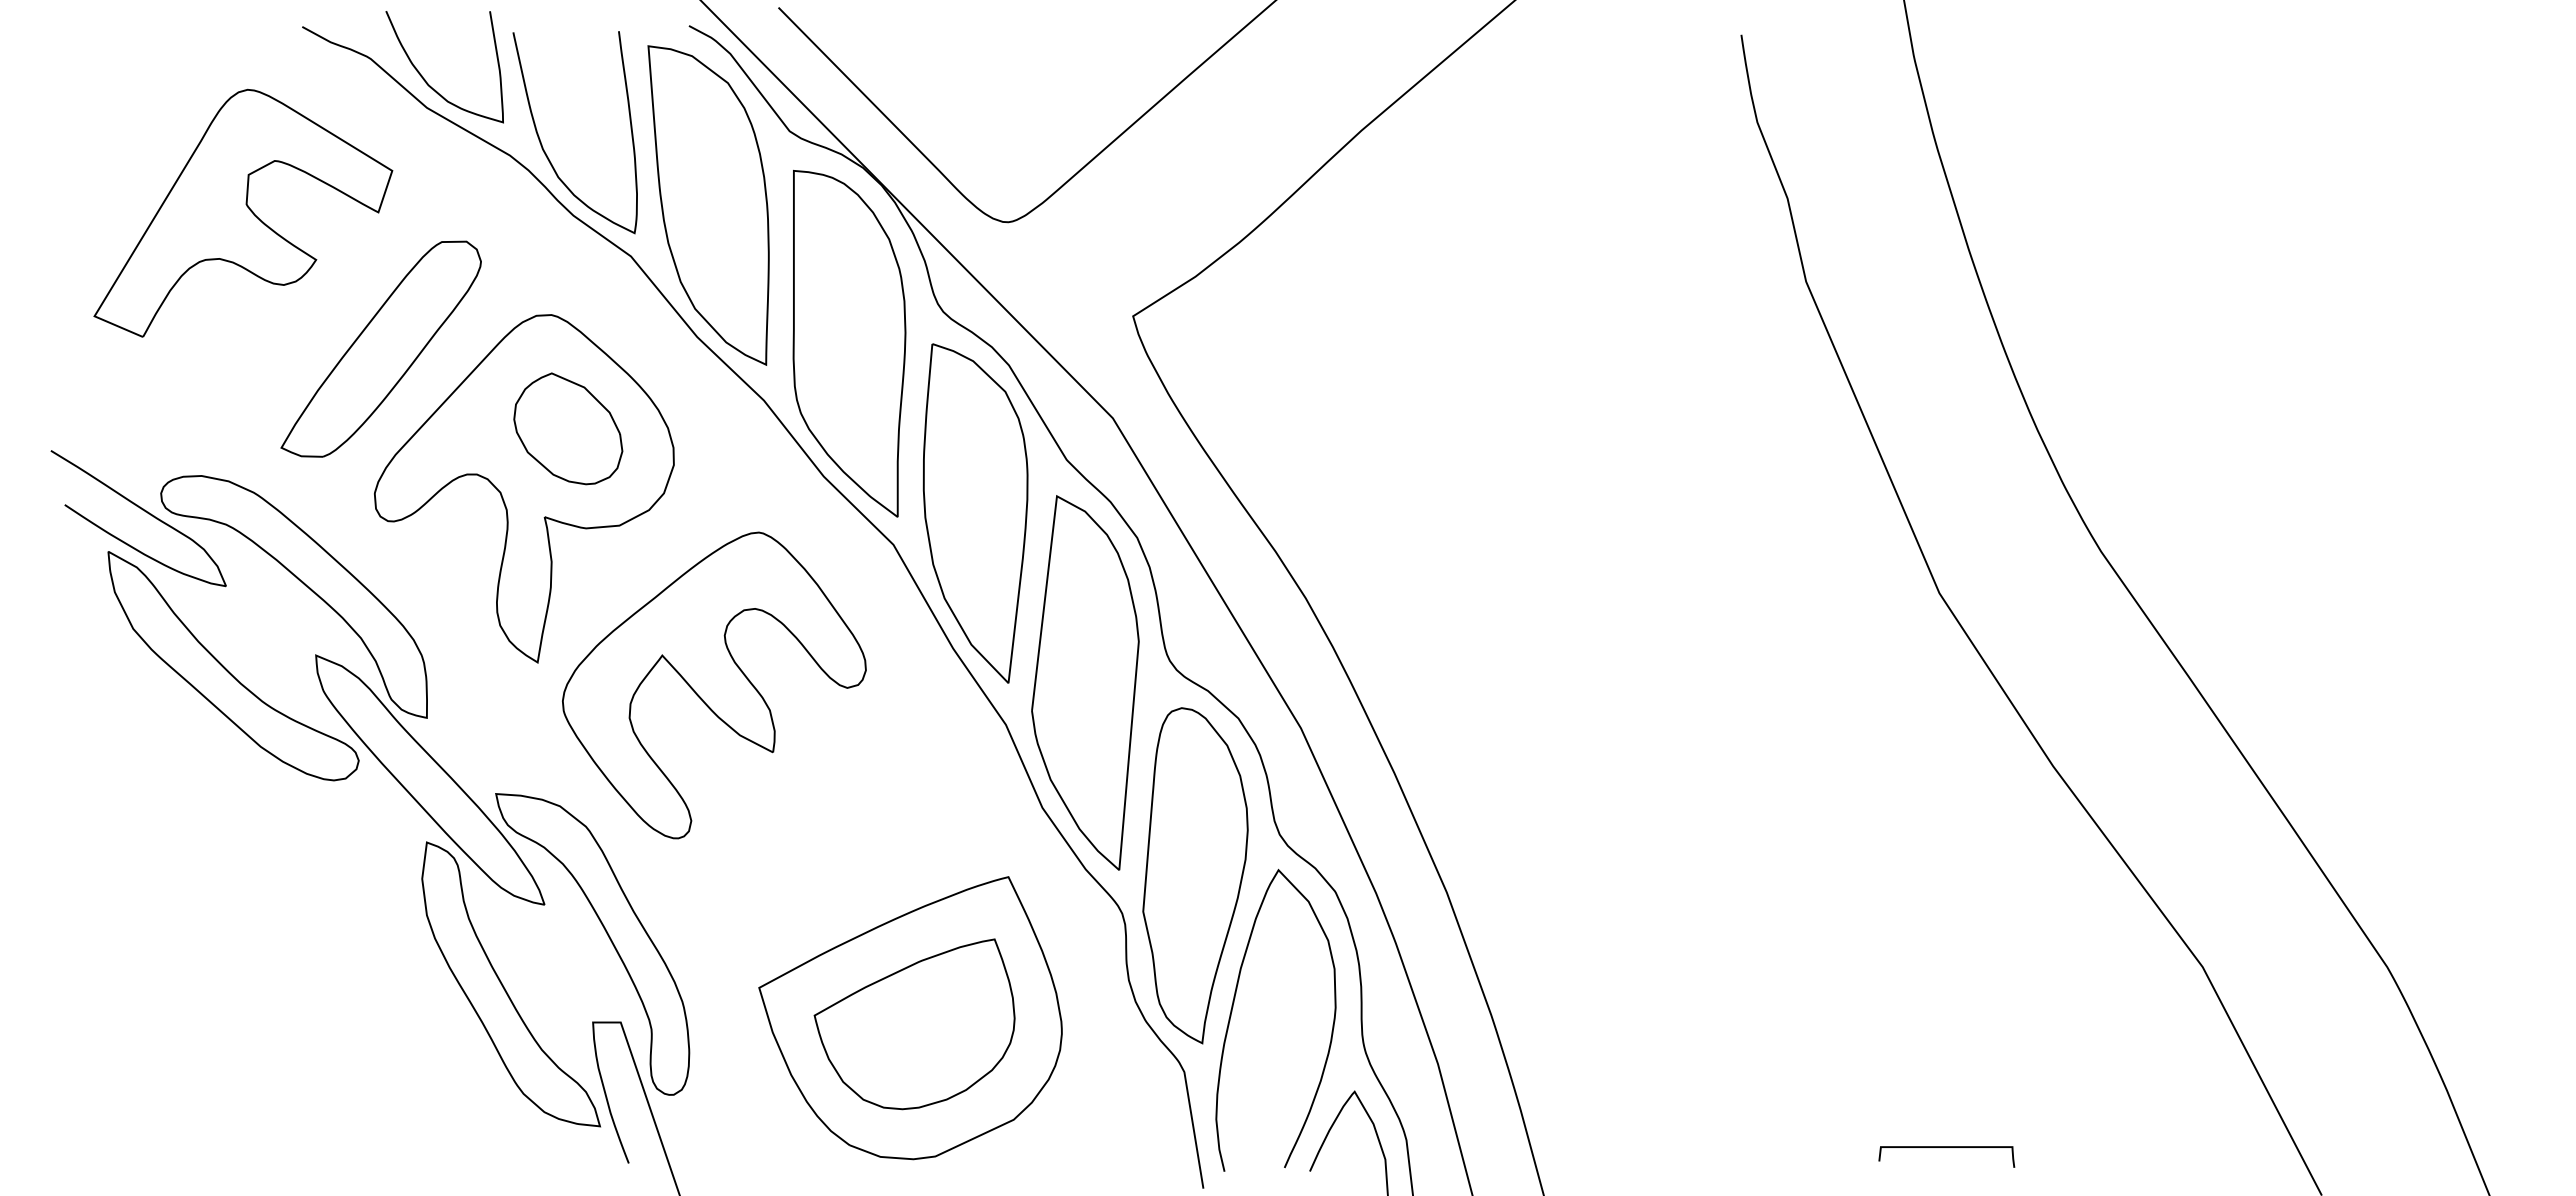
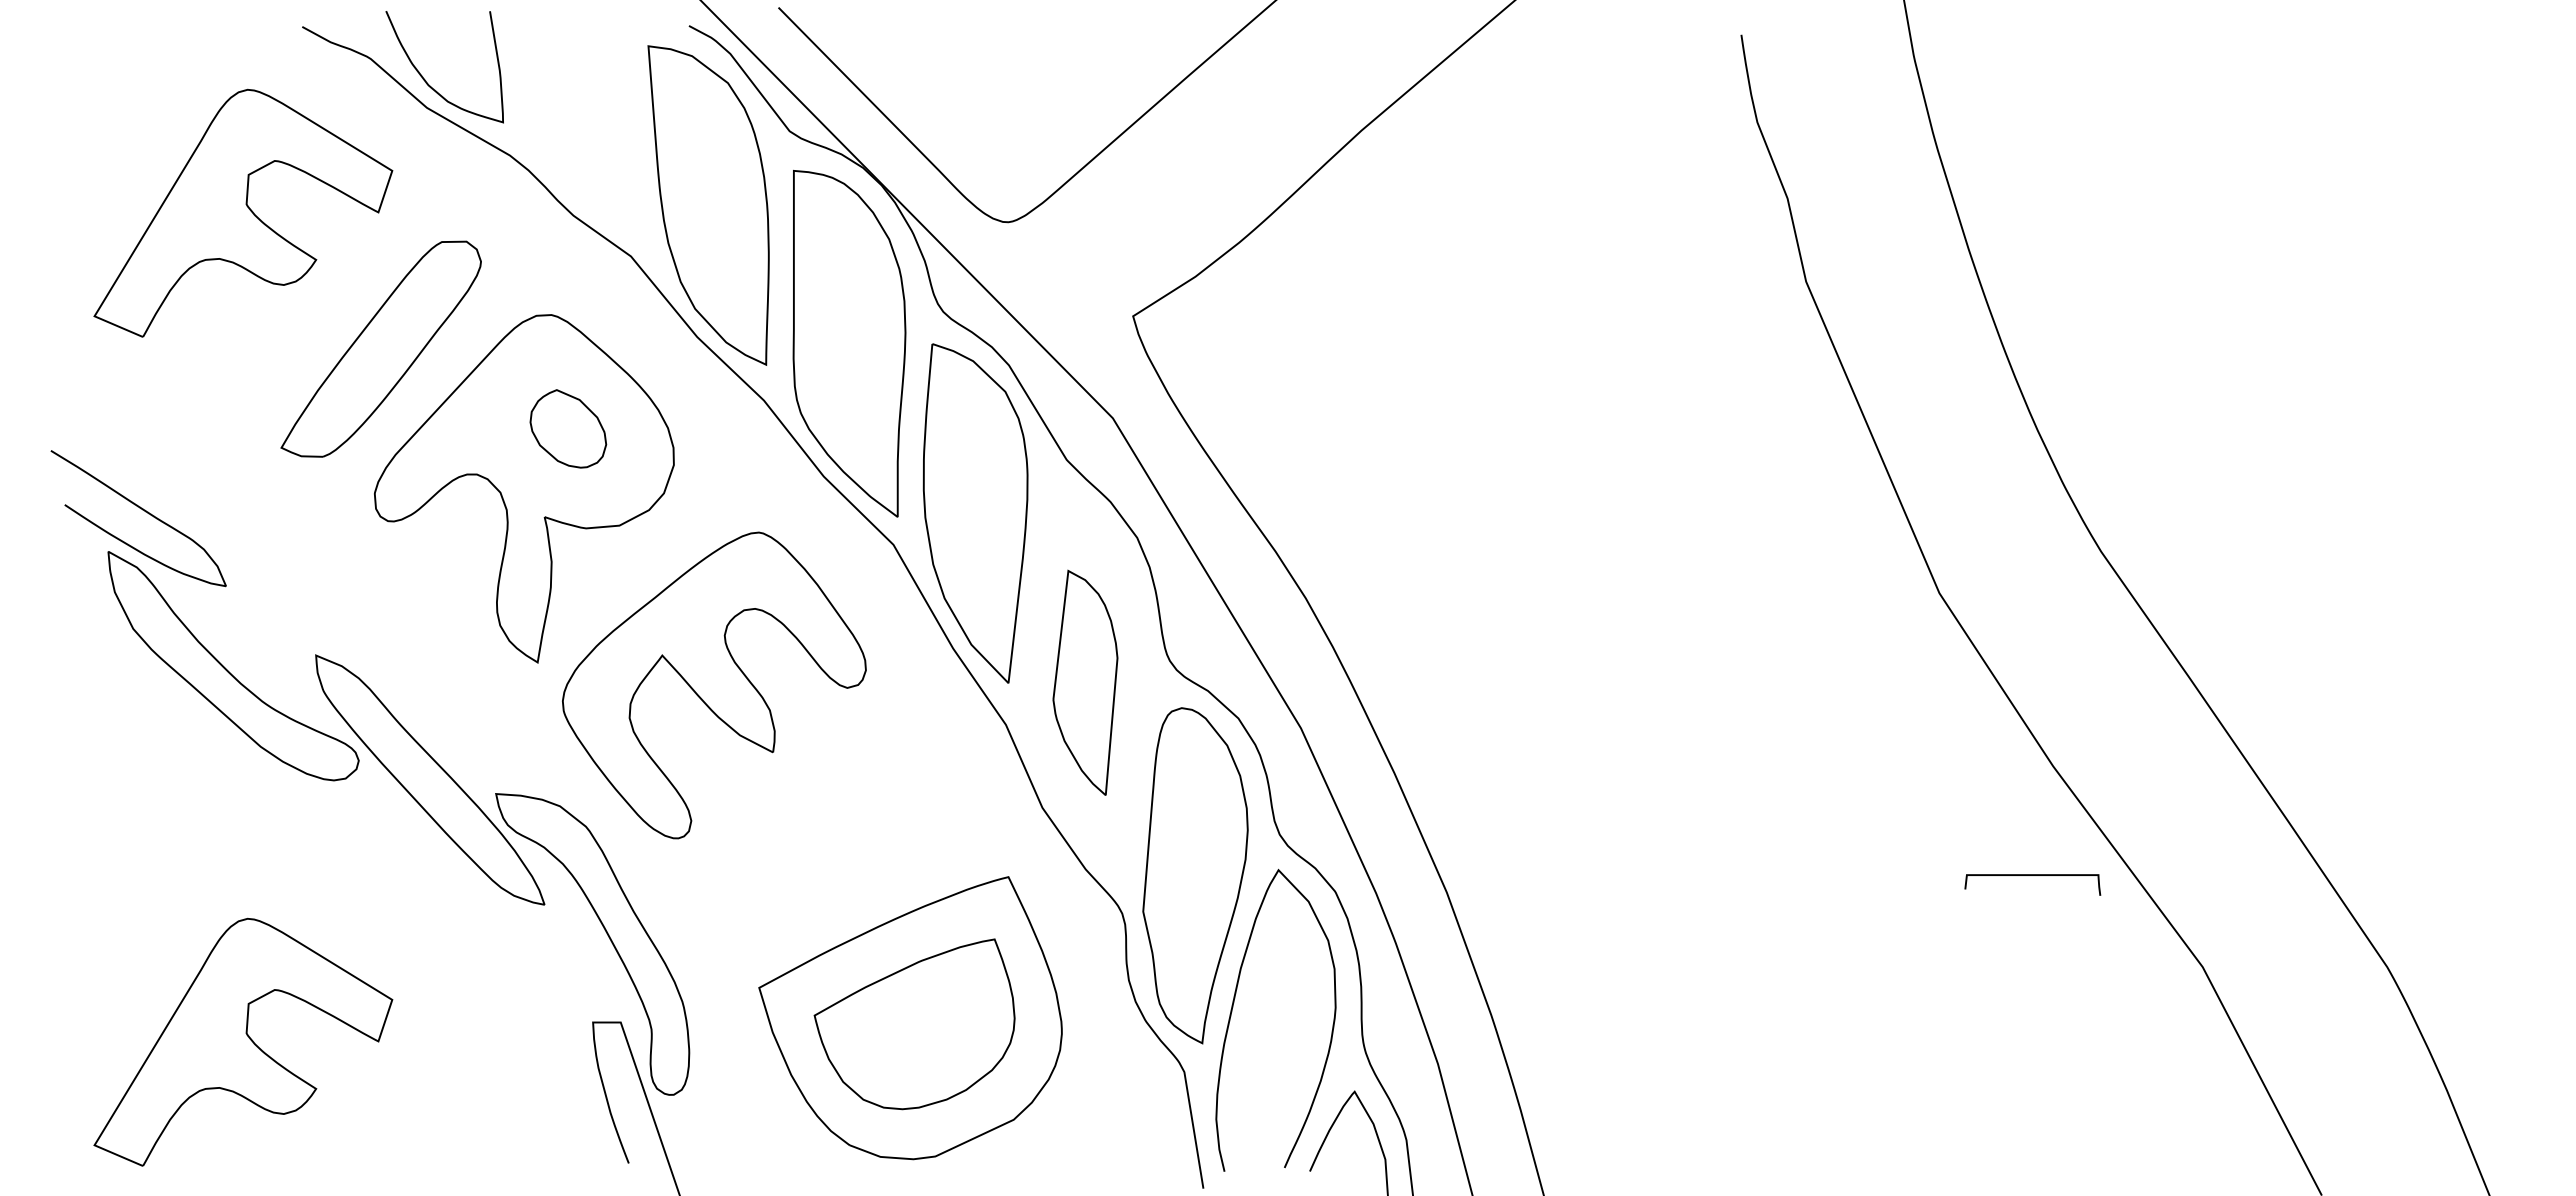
curve at (542, 144): present -> none
part at (568, 428) size: 111x114 px -> 79x80 px
part at (304, 585): present -> none
part at (1085, 682) size: 109x376 px -> 67x227 px
part at (505, 988): present -> none
part at (243, 1041): none -> present
curve at (1946, 1147) position: (1946, 1147) -> (2032, 875)
